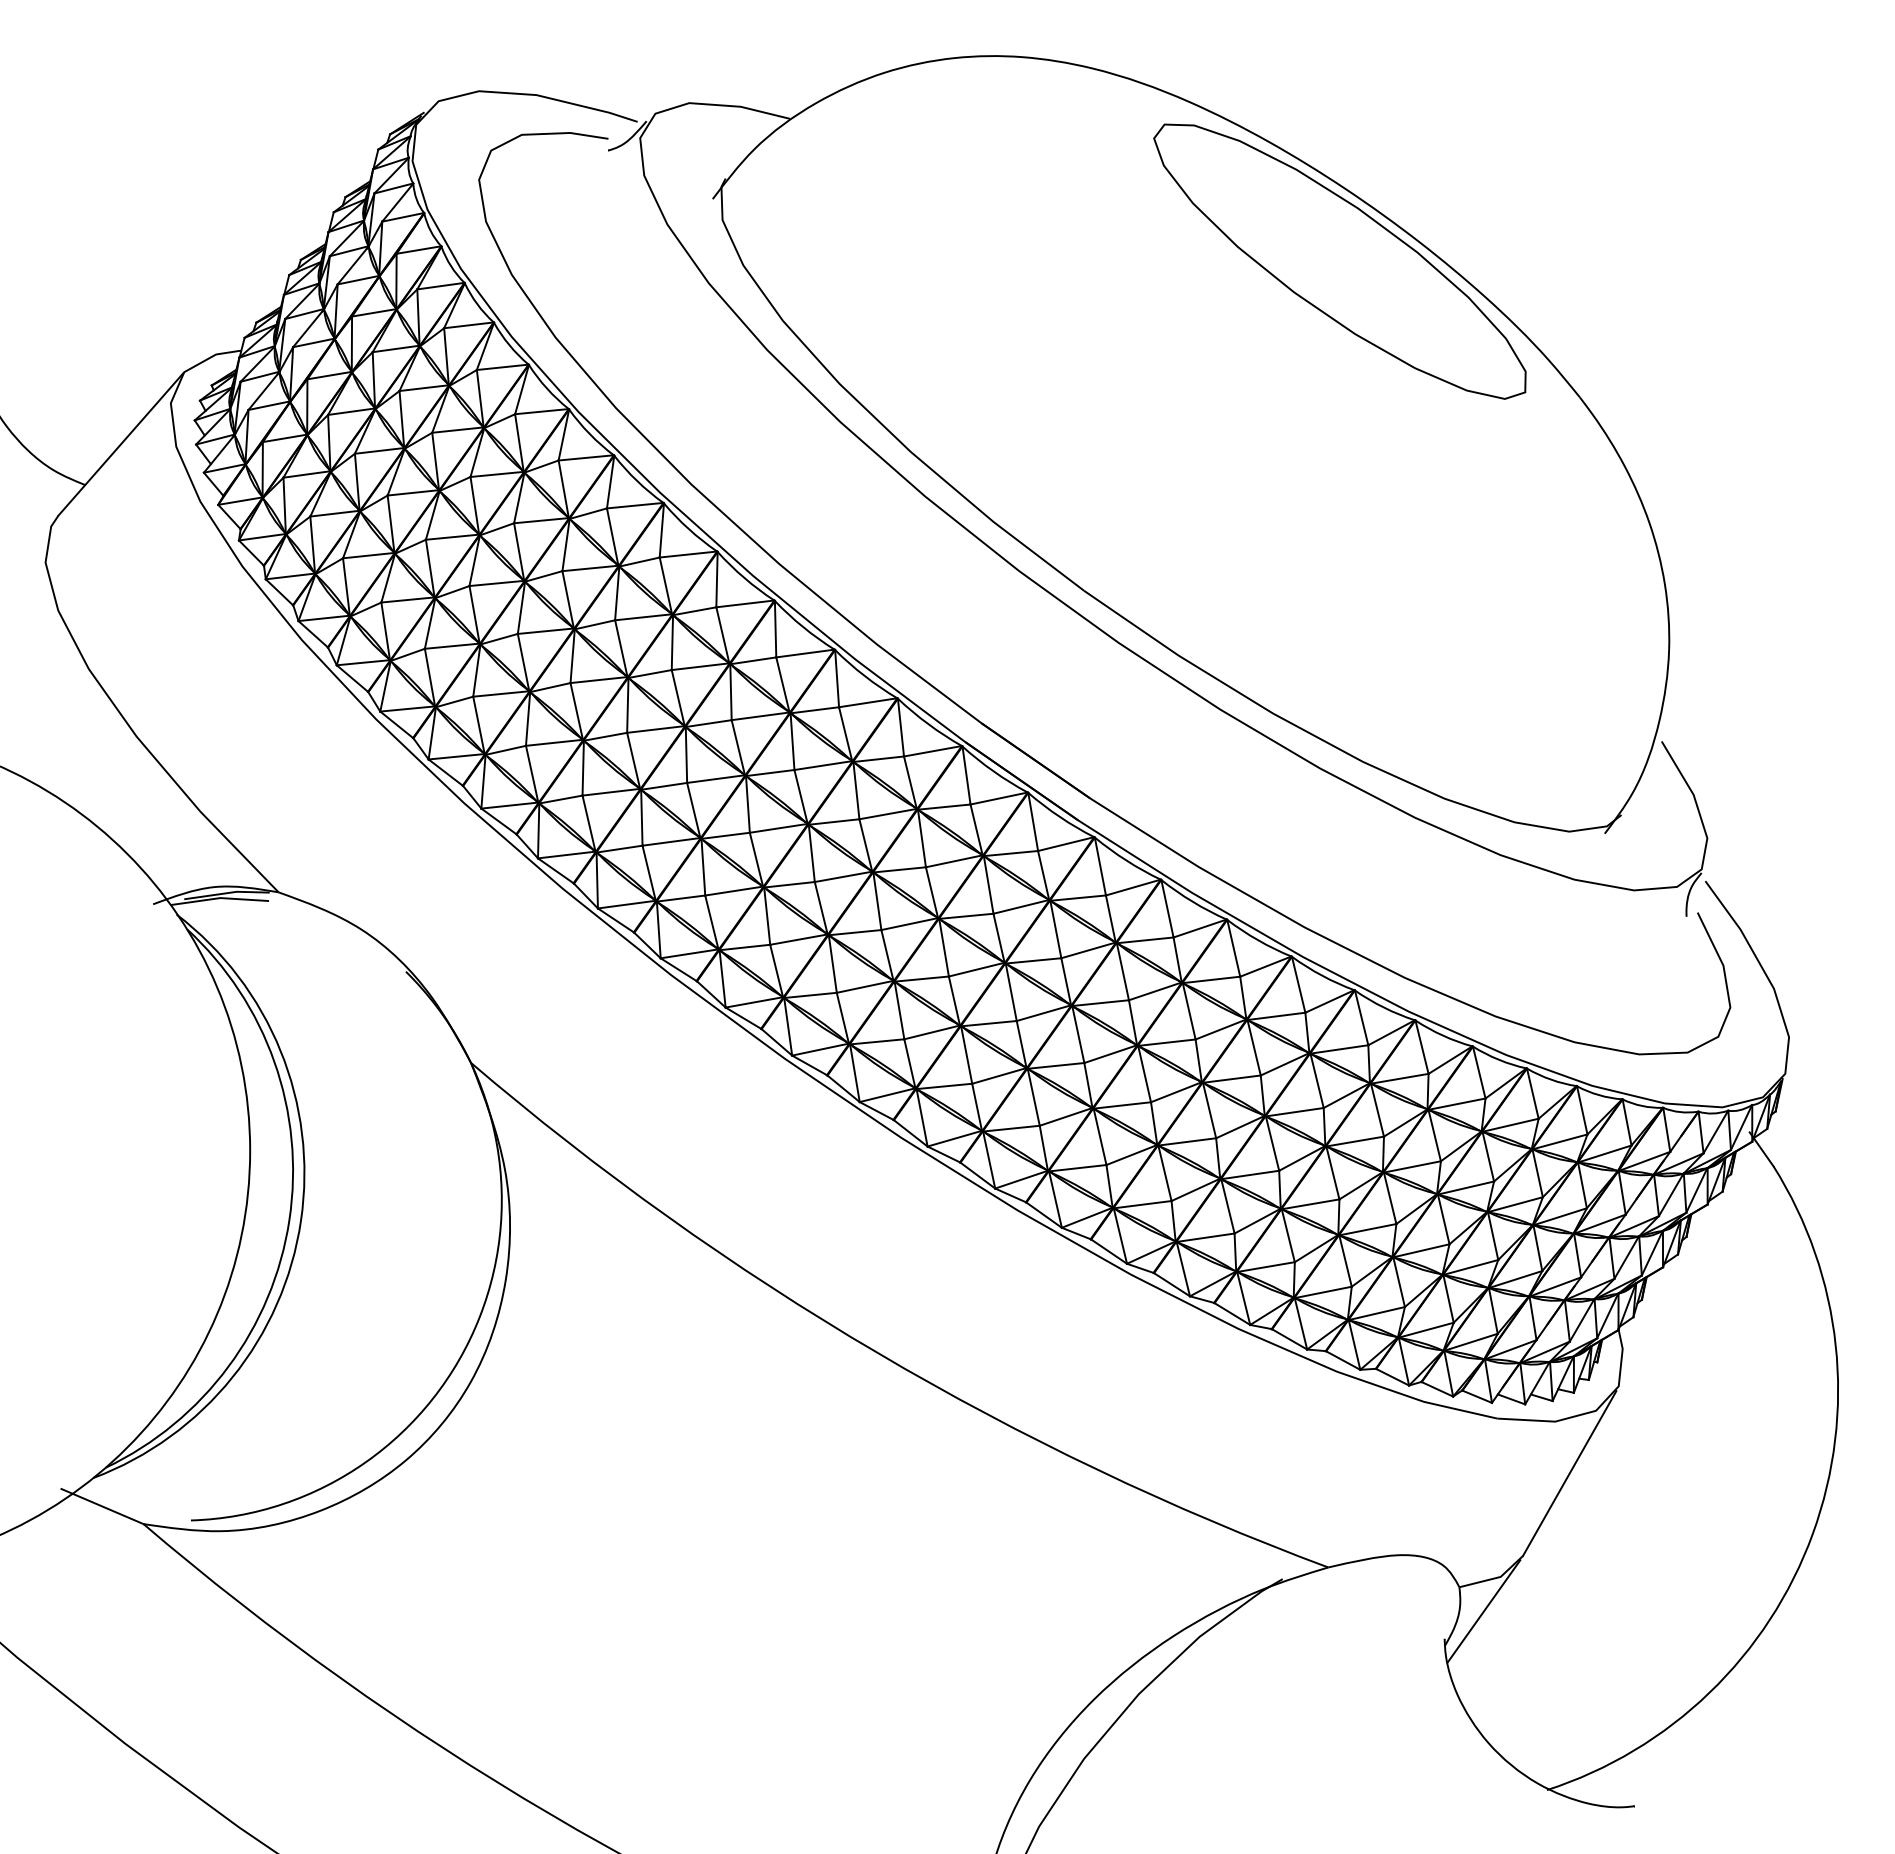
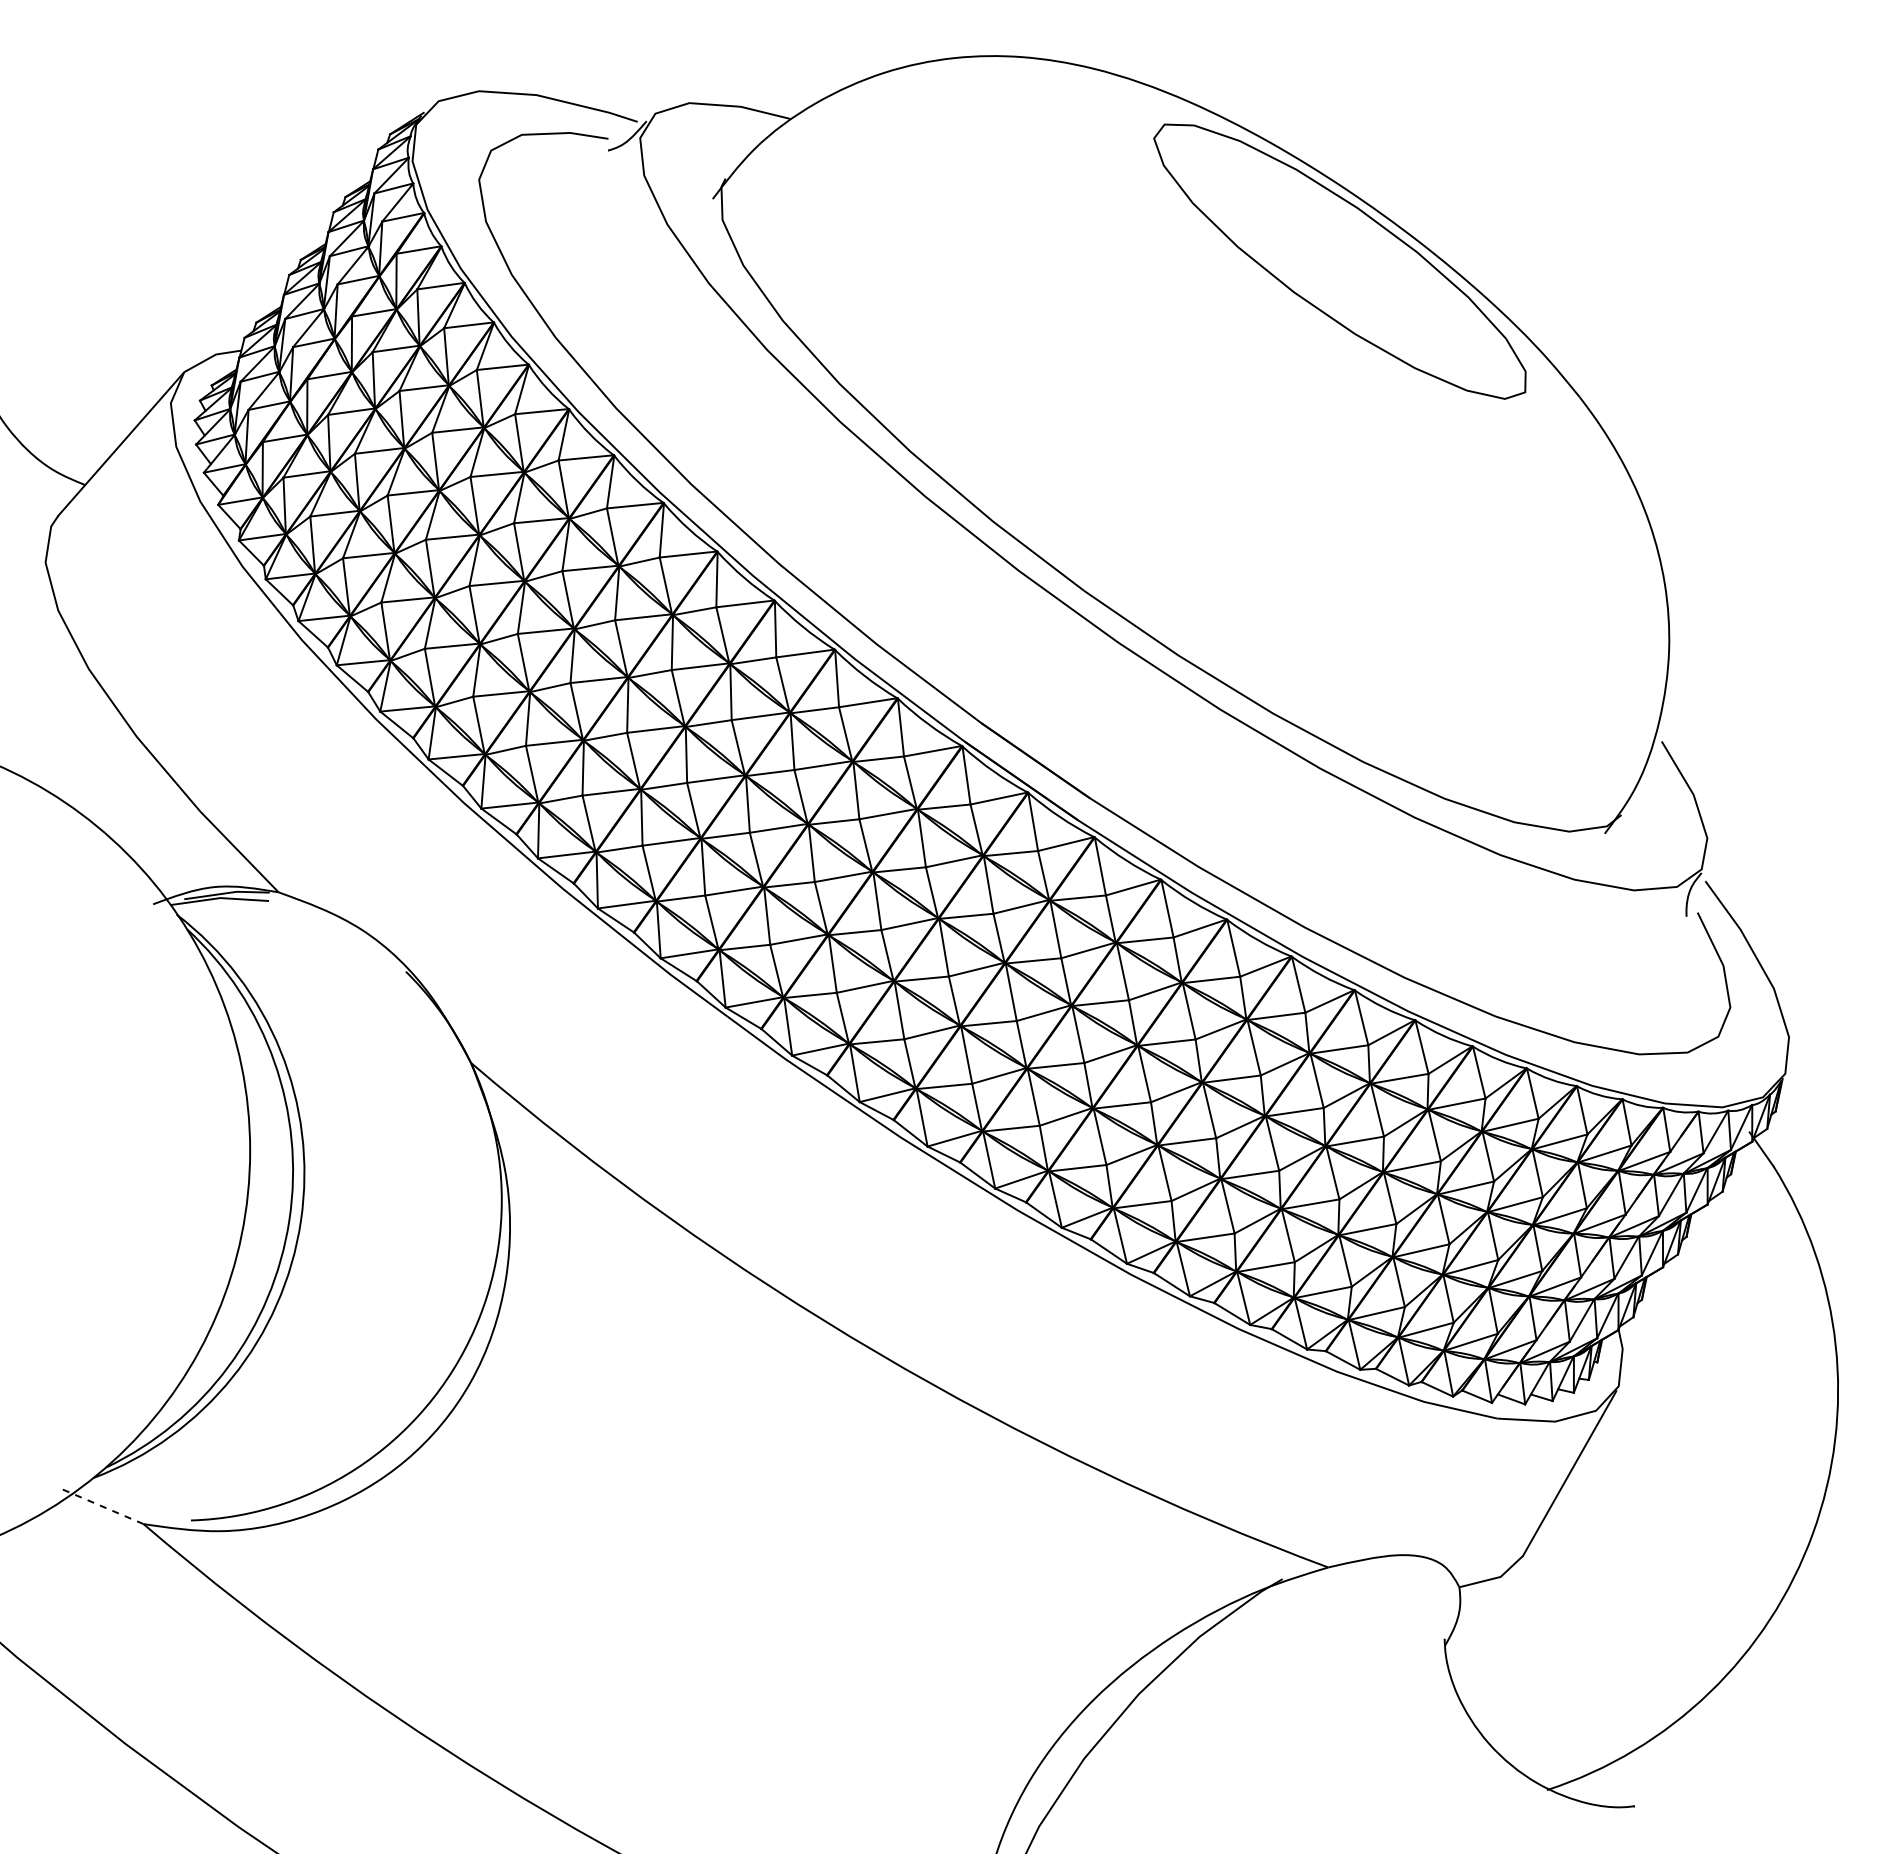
line at (102, 1506): solid -> dashed
line at (1483, 1611): present -> none
